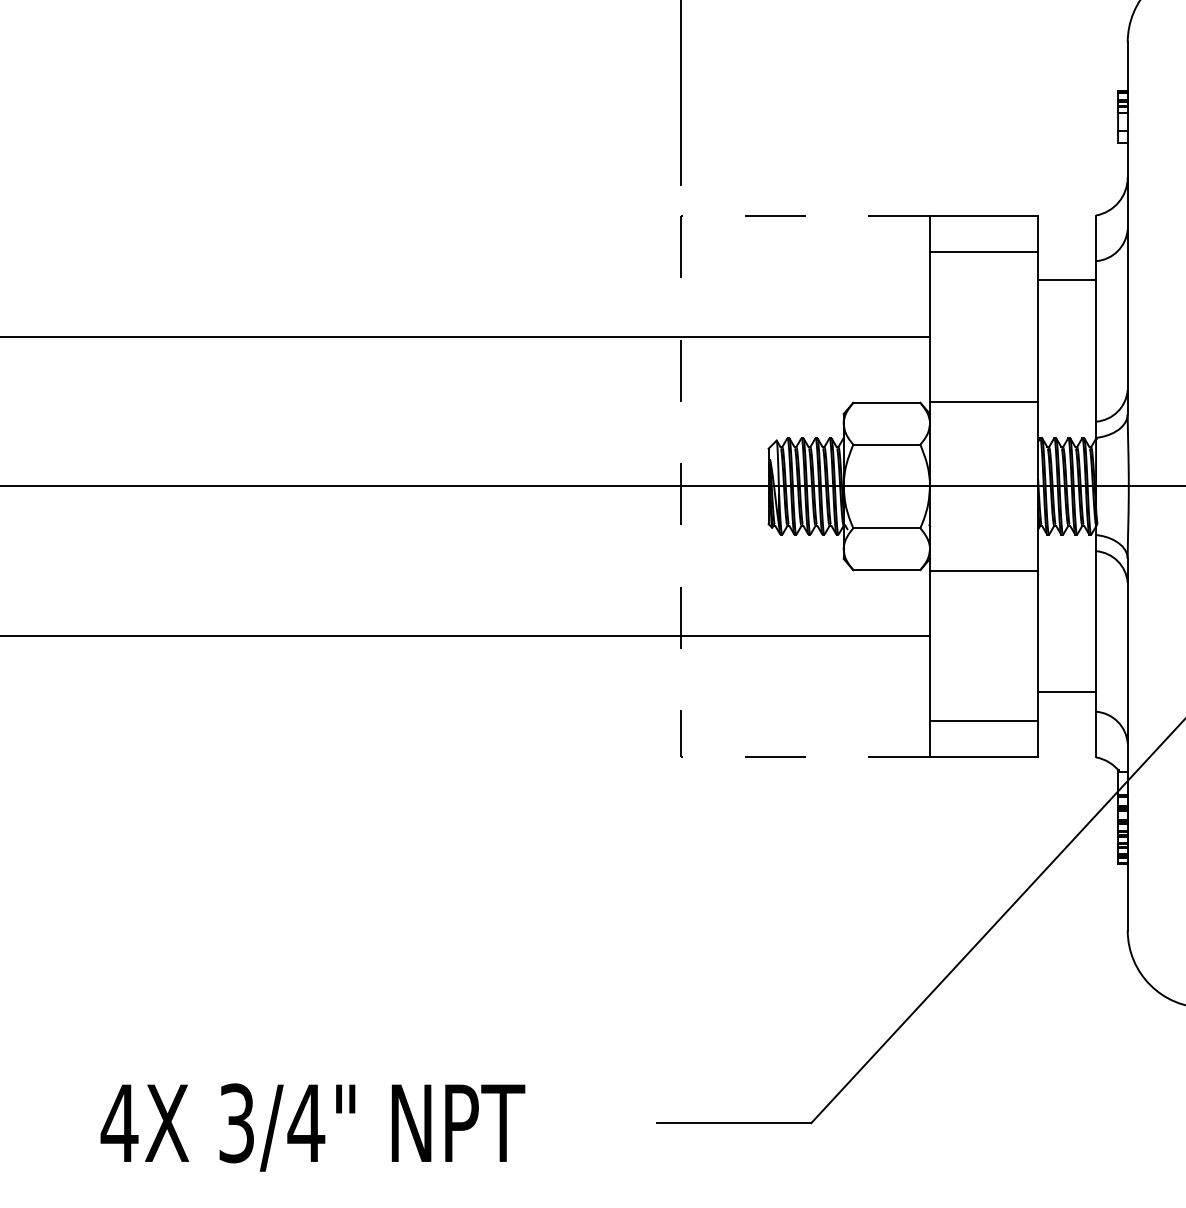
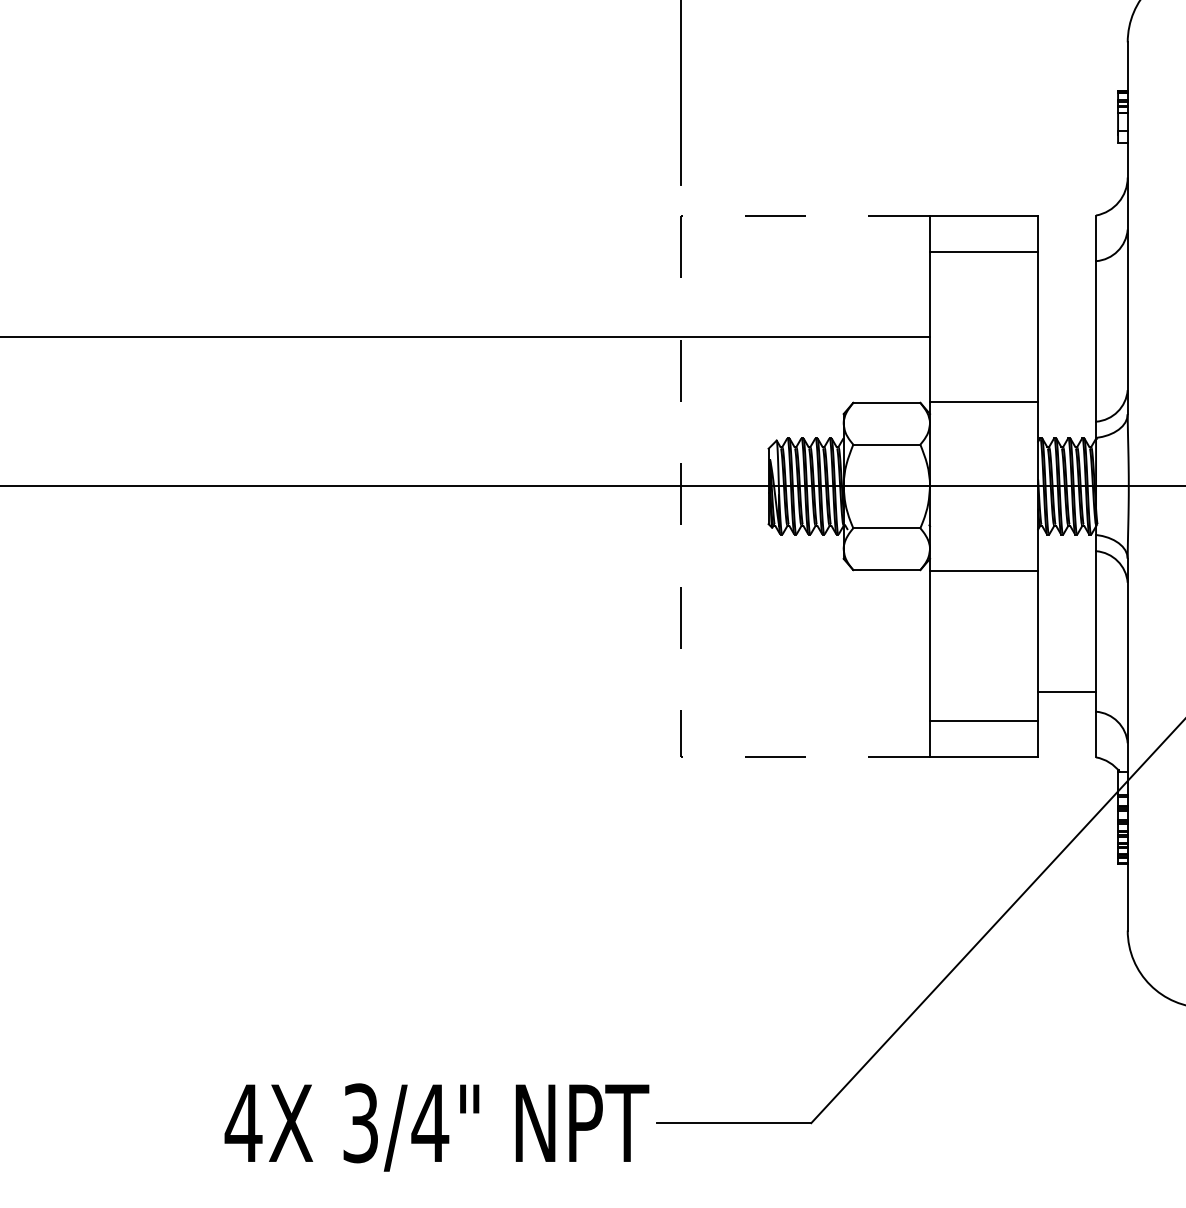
line at (1067, 280): present -> none
line at (466, 636): present -> none
text at (312, 1127) position: (312, 1127) -> (436, 1127)
